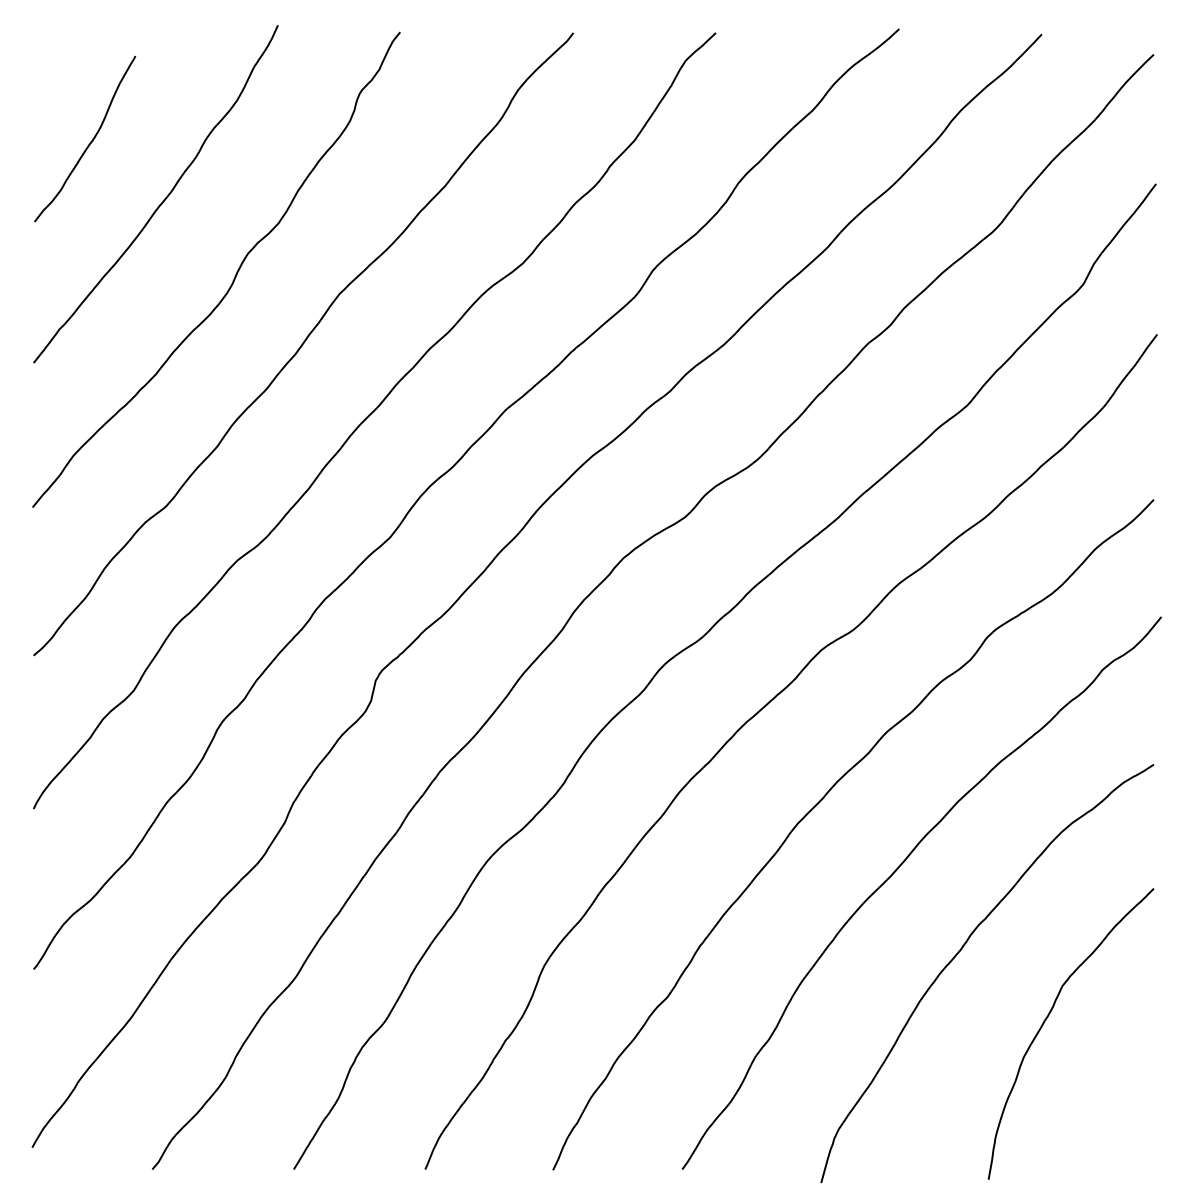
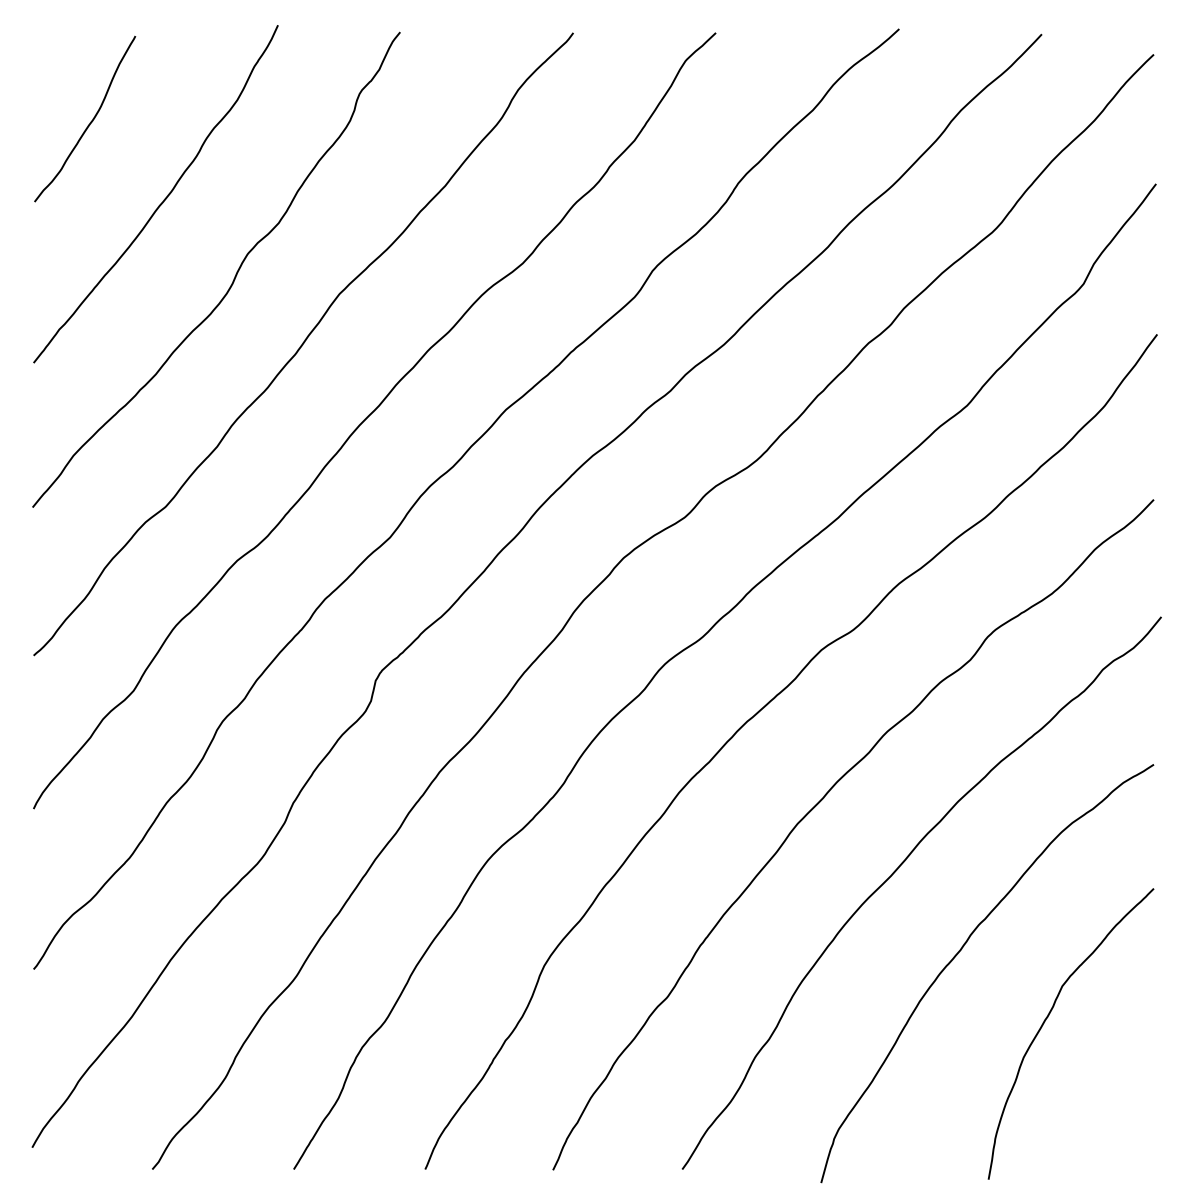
curve at (90, 141) position: (90, 141) -> (90, 121)
